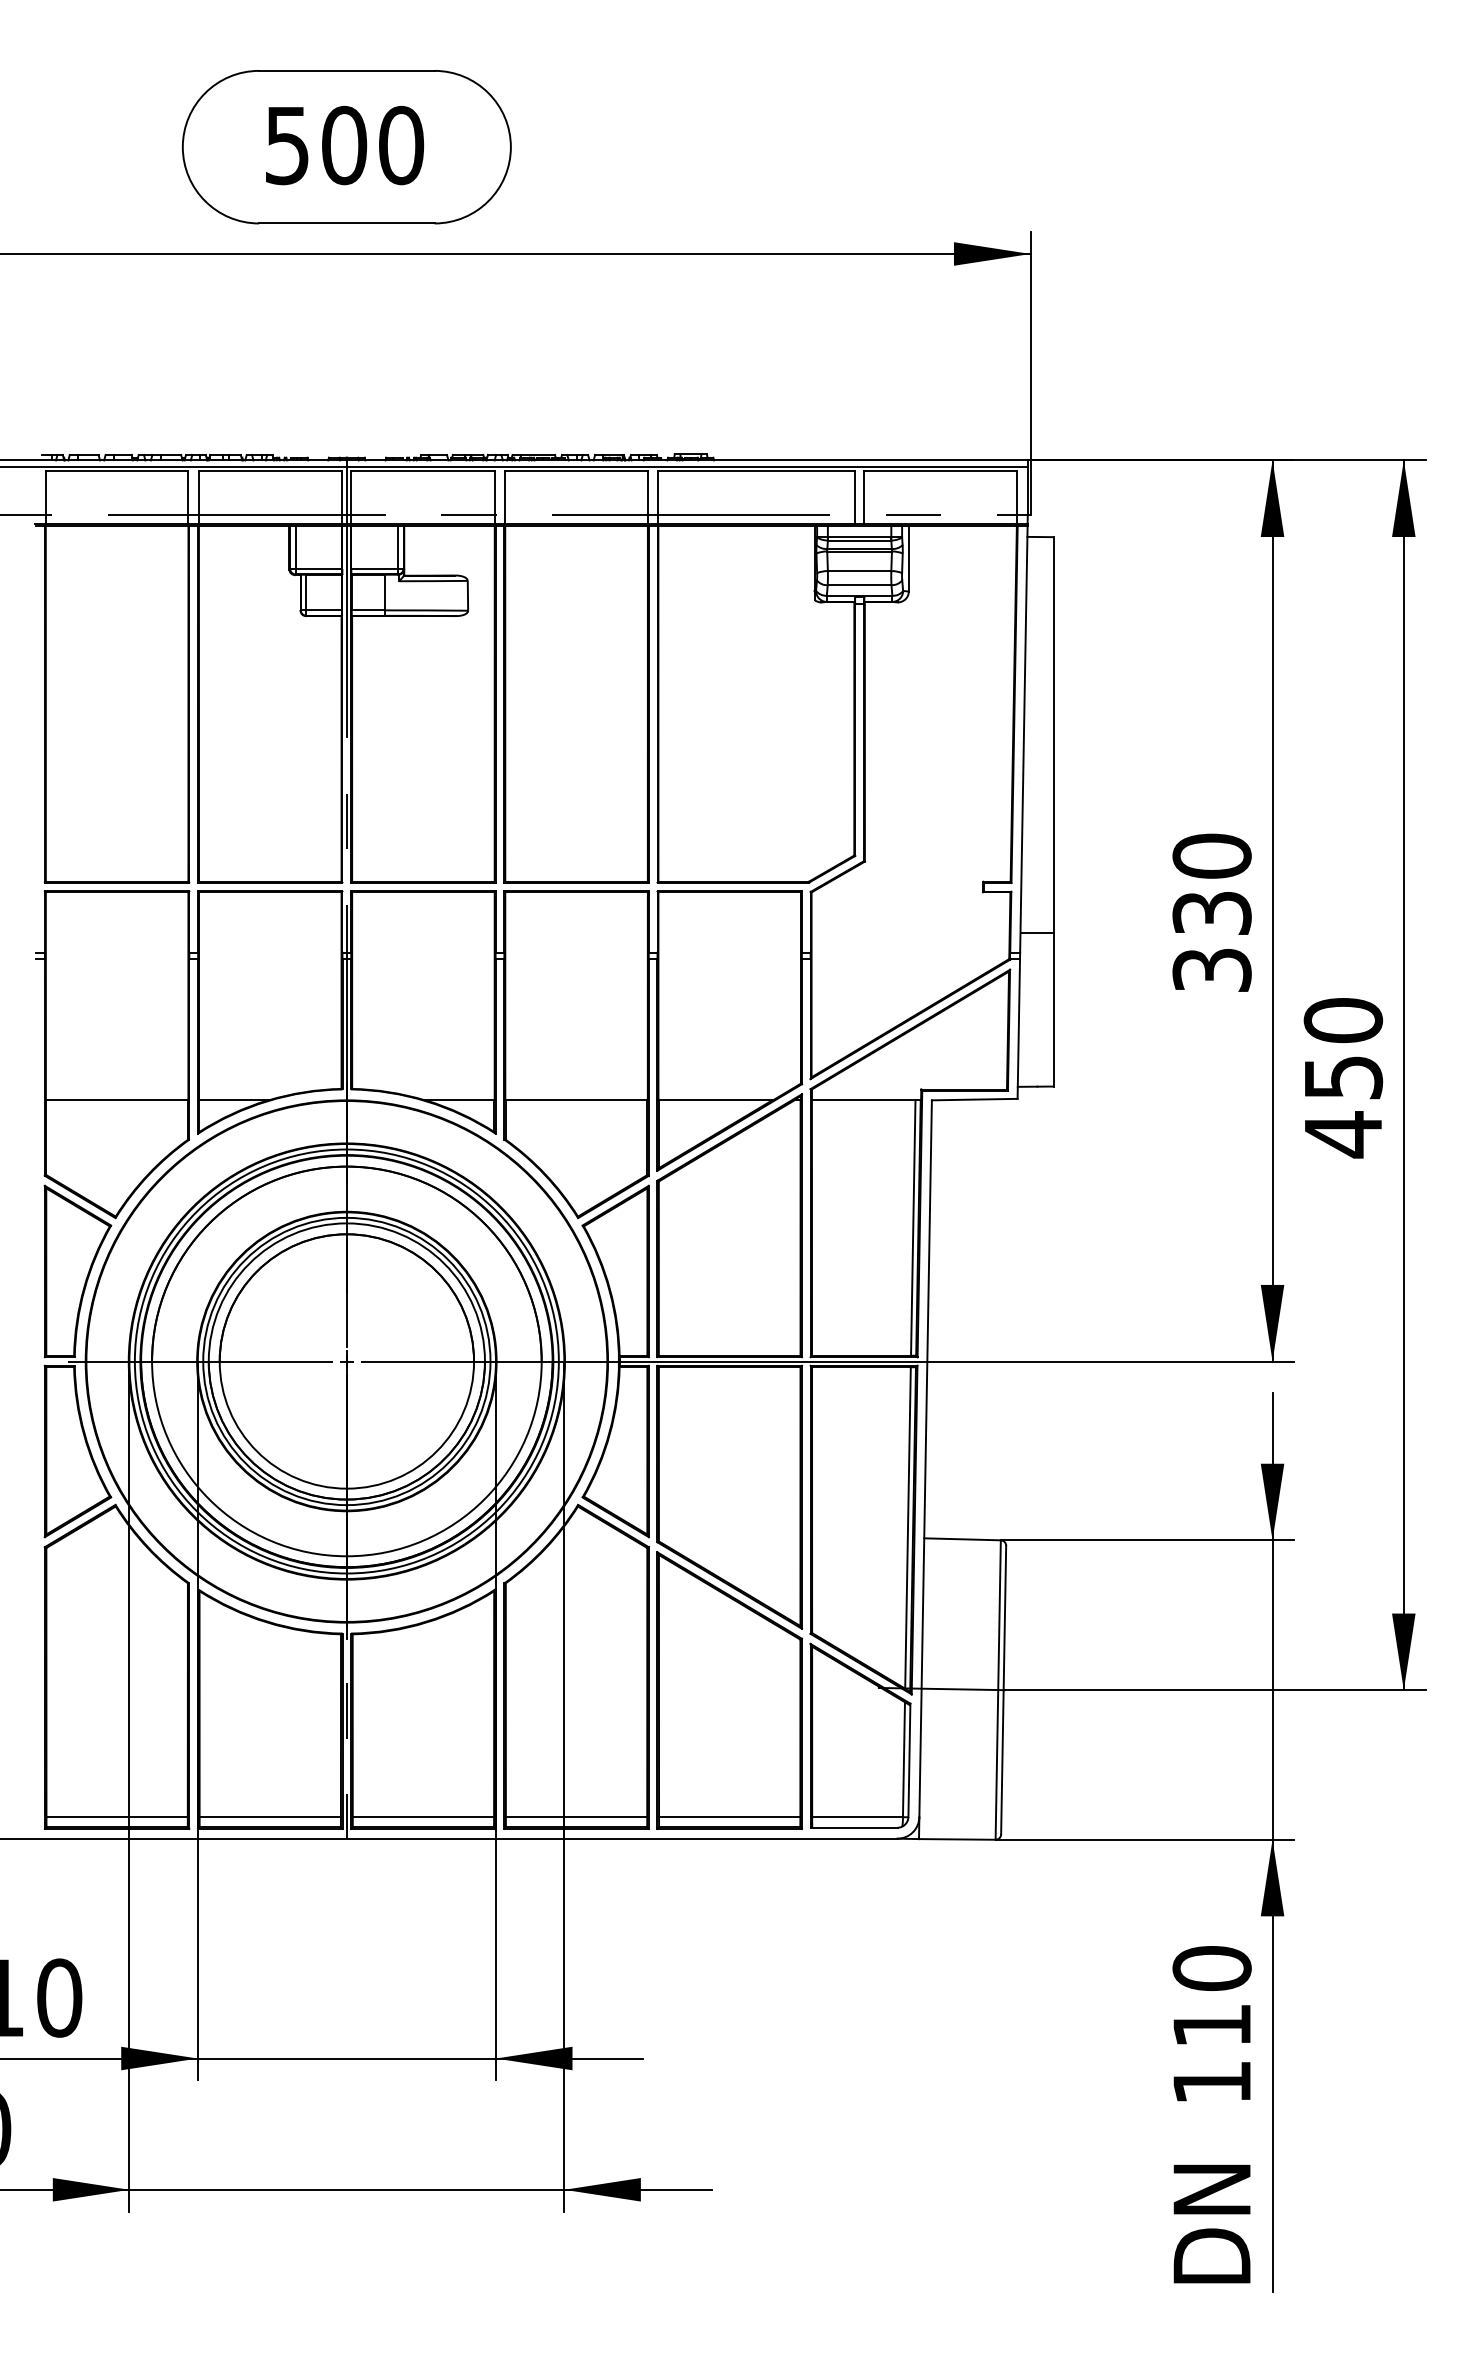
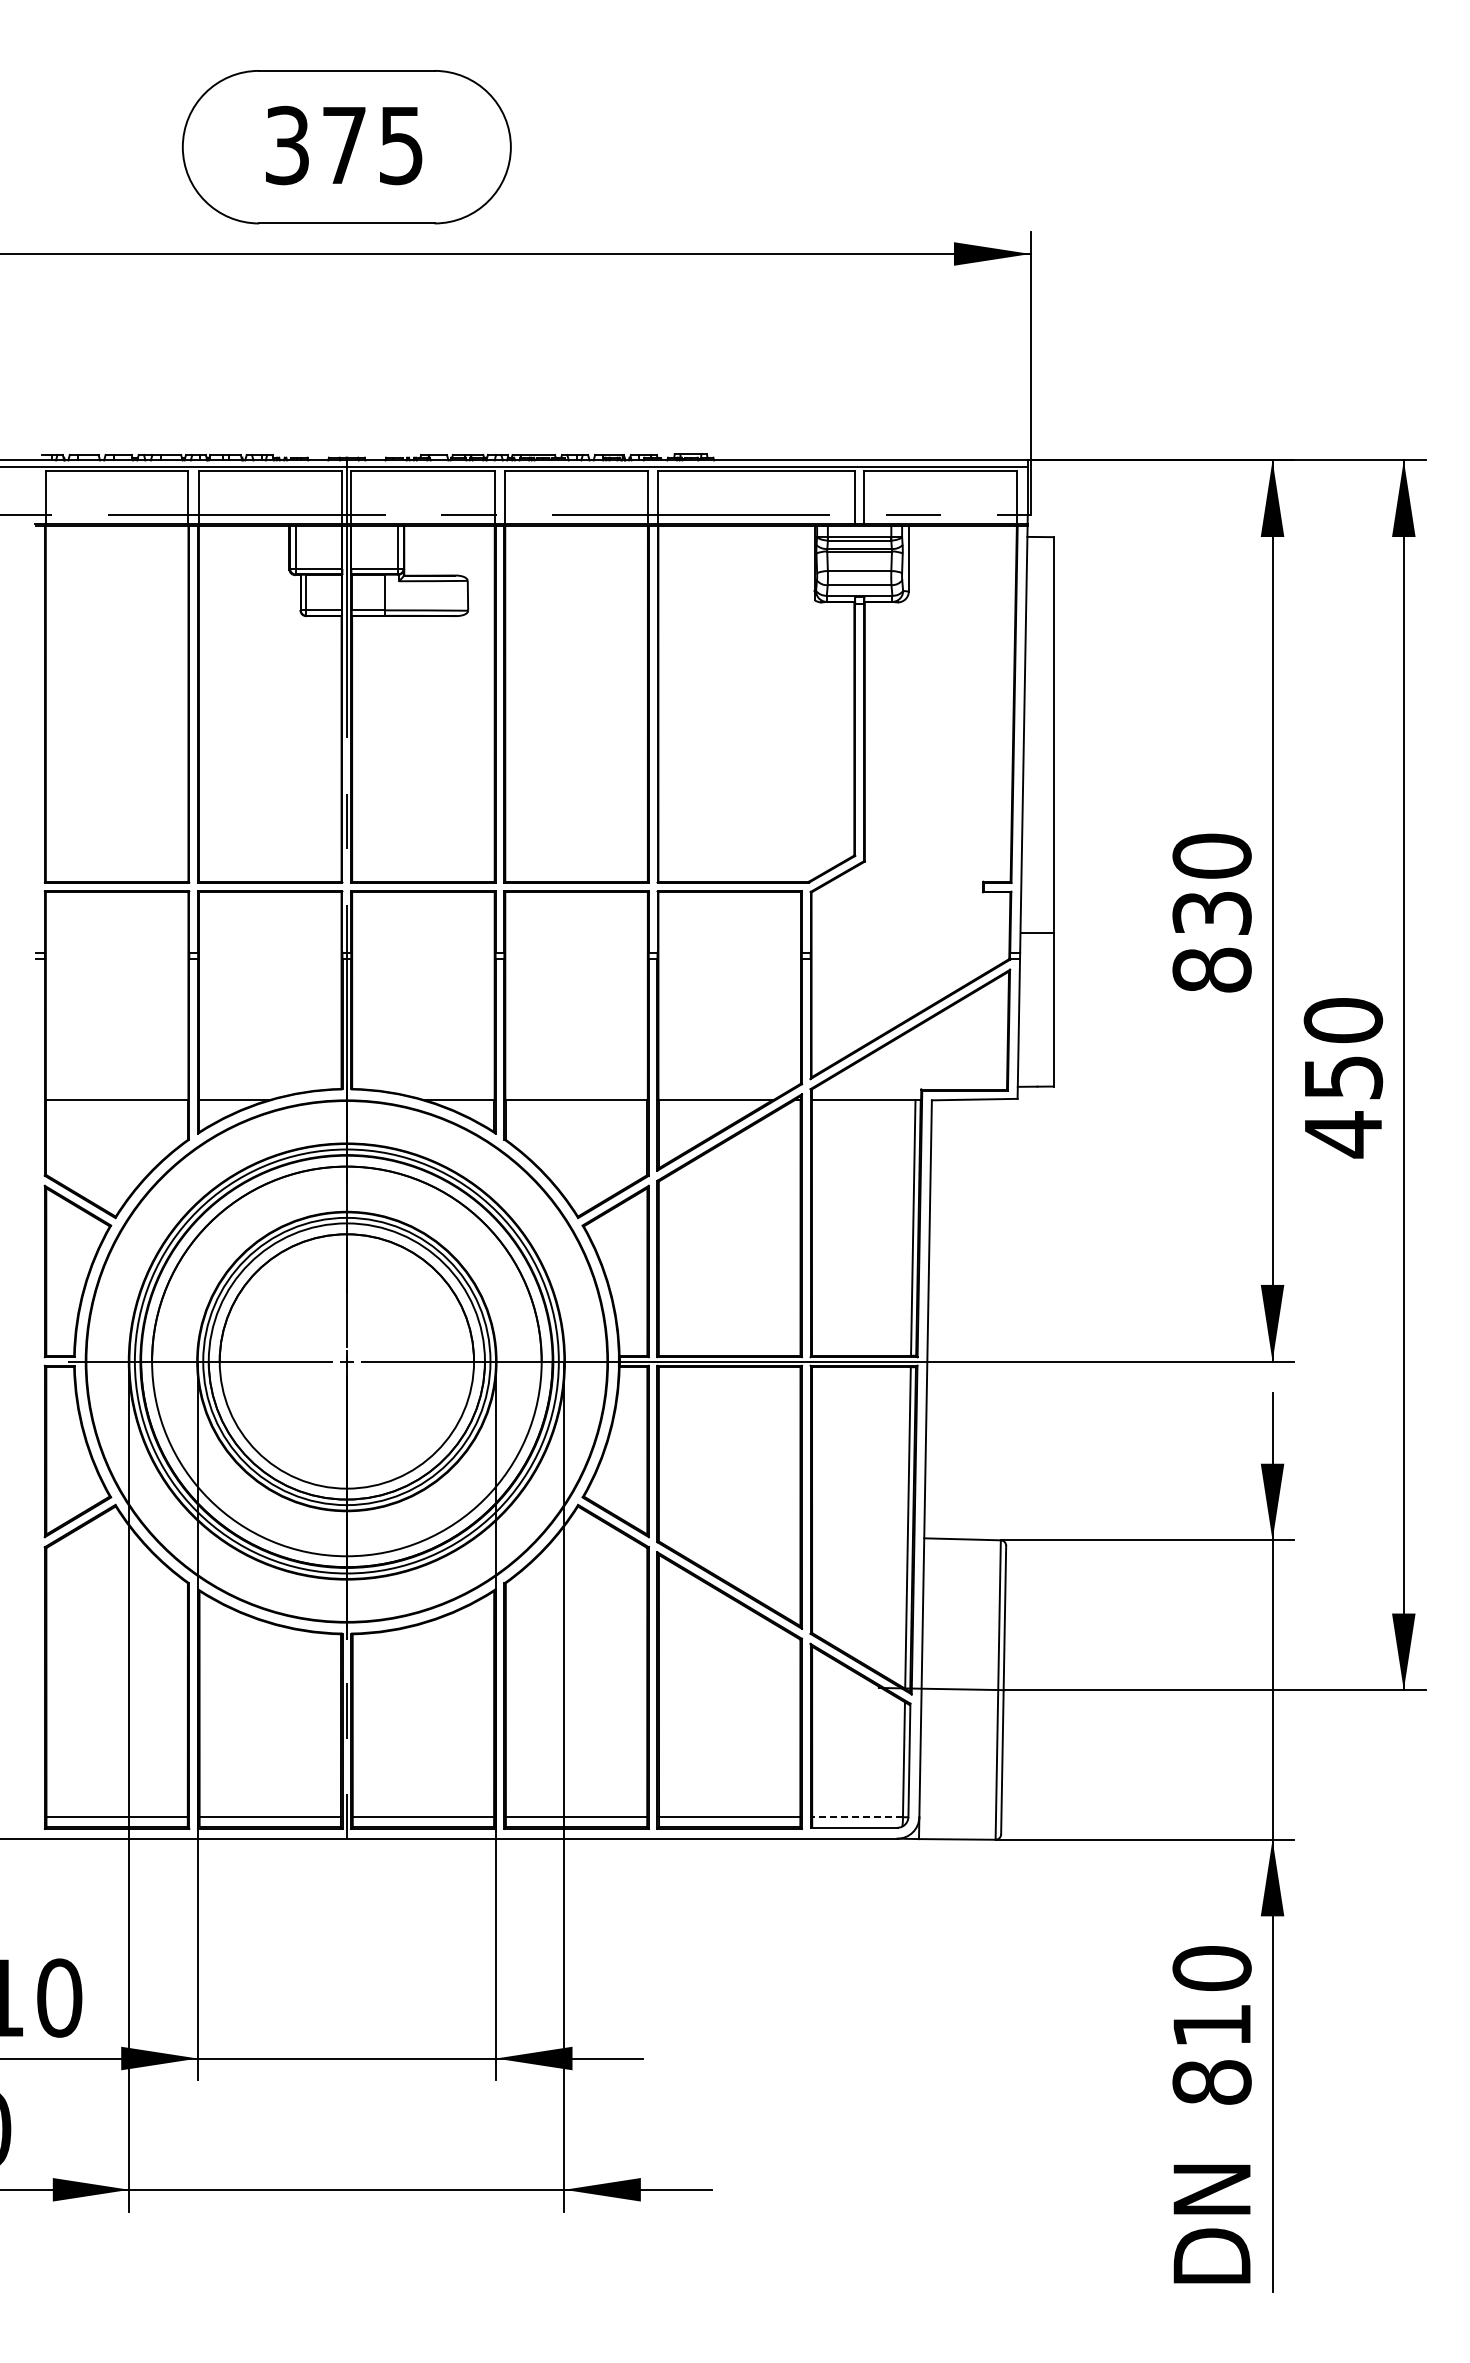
text at (345, 145): 500 -> 375
text at (1211, 969): 330 -> 830
line at (857, 1817): solid -> dashed
text at (1211, 2082): 110 -> 810
